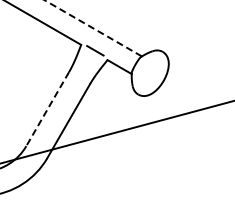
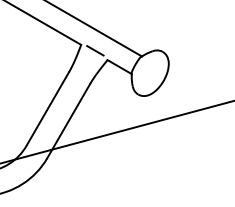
line at (93, 28): dashed -> solid
line at (47, 109): dashed -> solid
